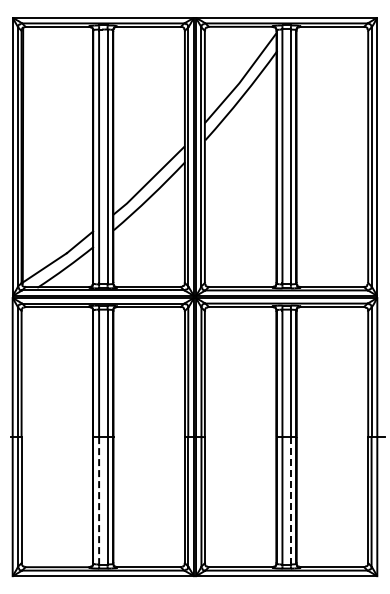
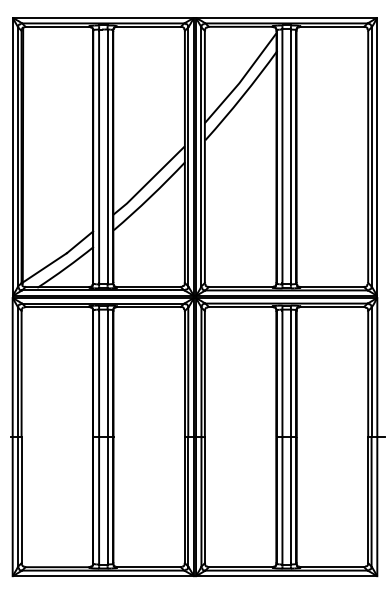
line at (99, 500): dashed -> solid
line at (290, 500): dashed -> solid
